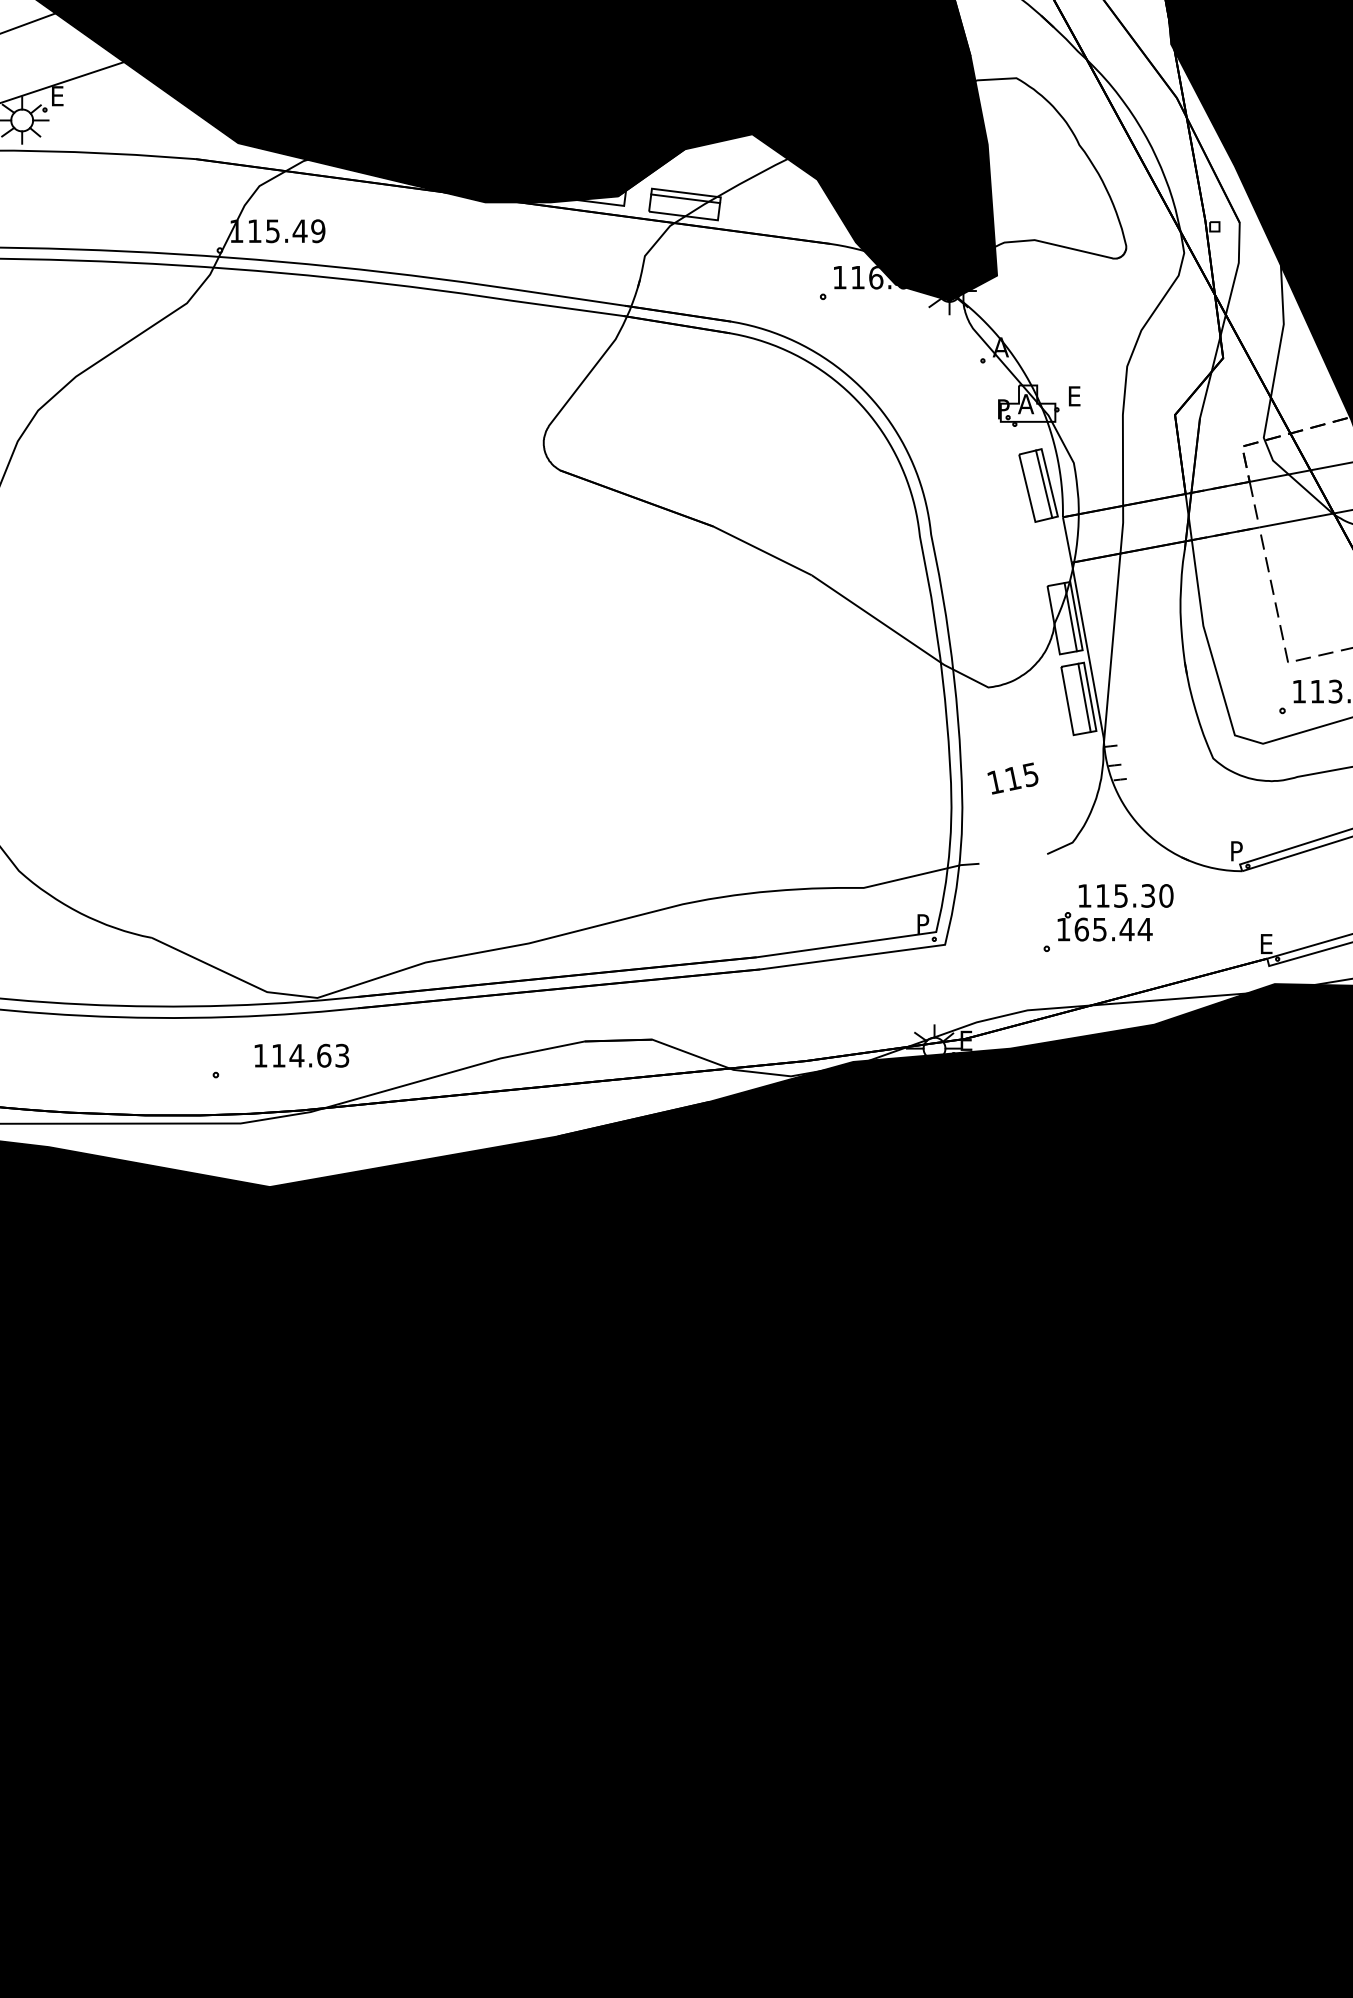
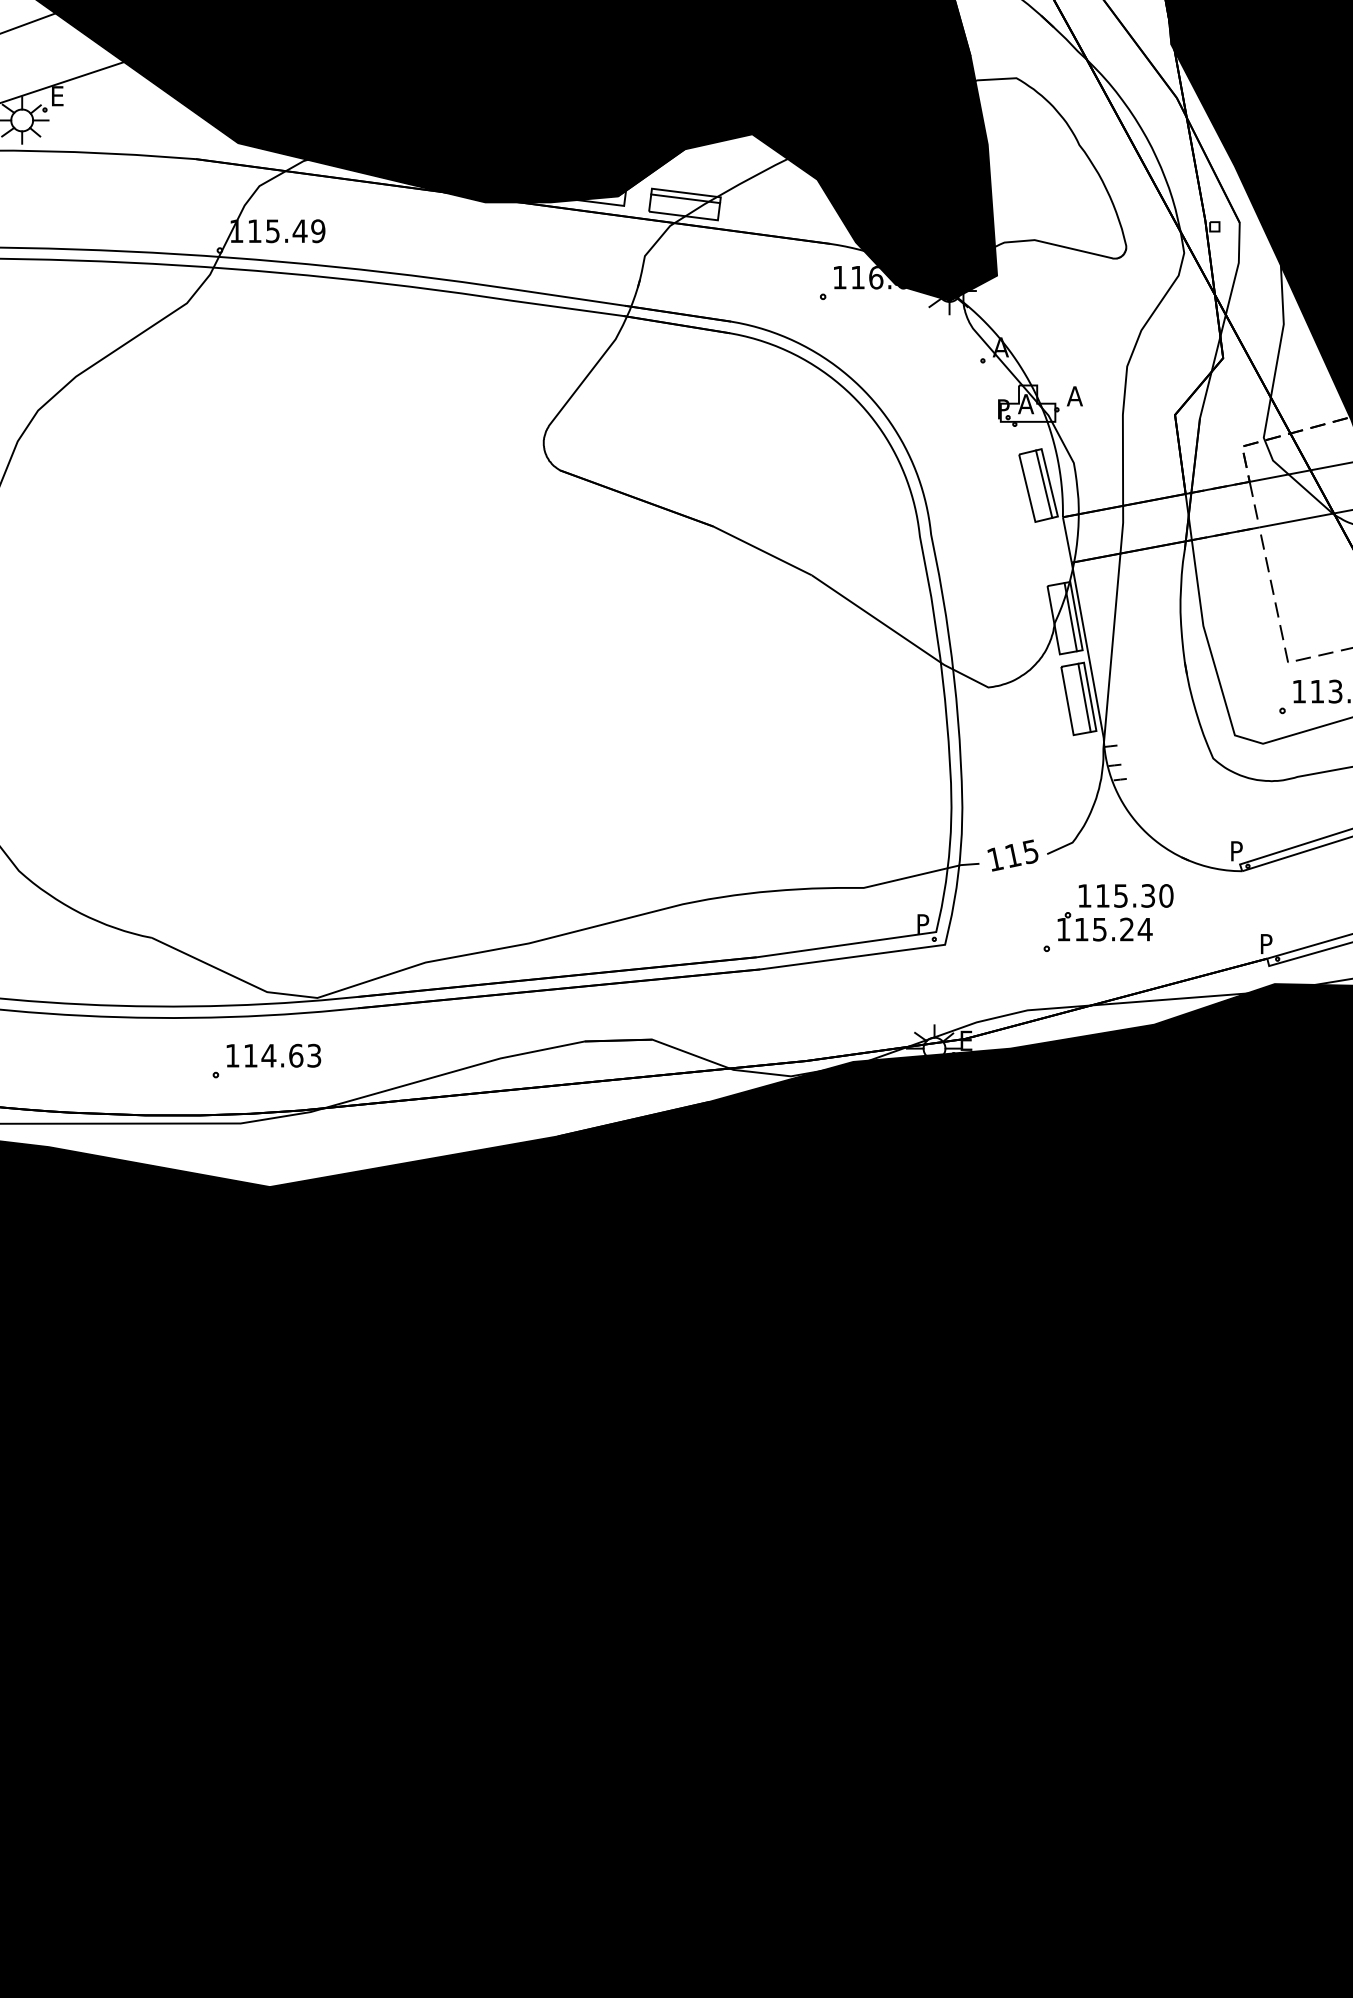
text at (1074, 396): E -> A
text at (1012, 778) position: (1012, 778) -> (1012, 855)
text at (1104, 929): 165.44 -> 115.24
text at (1267, 944): E -> P
text at (301, 1055) position: (301, 1055) -> (273, 1055)
